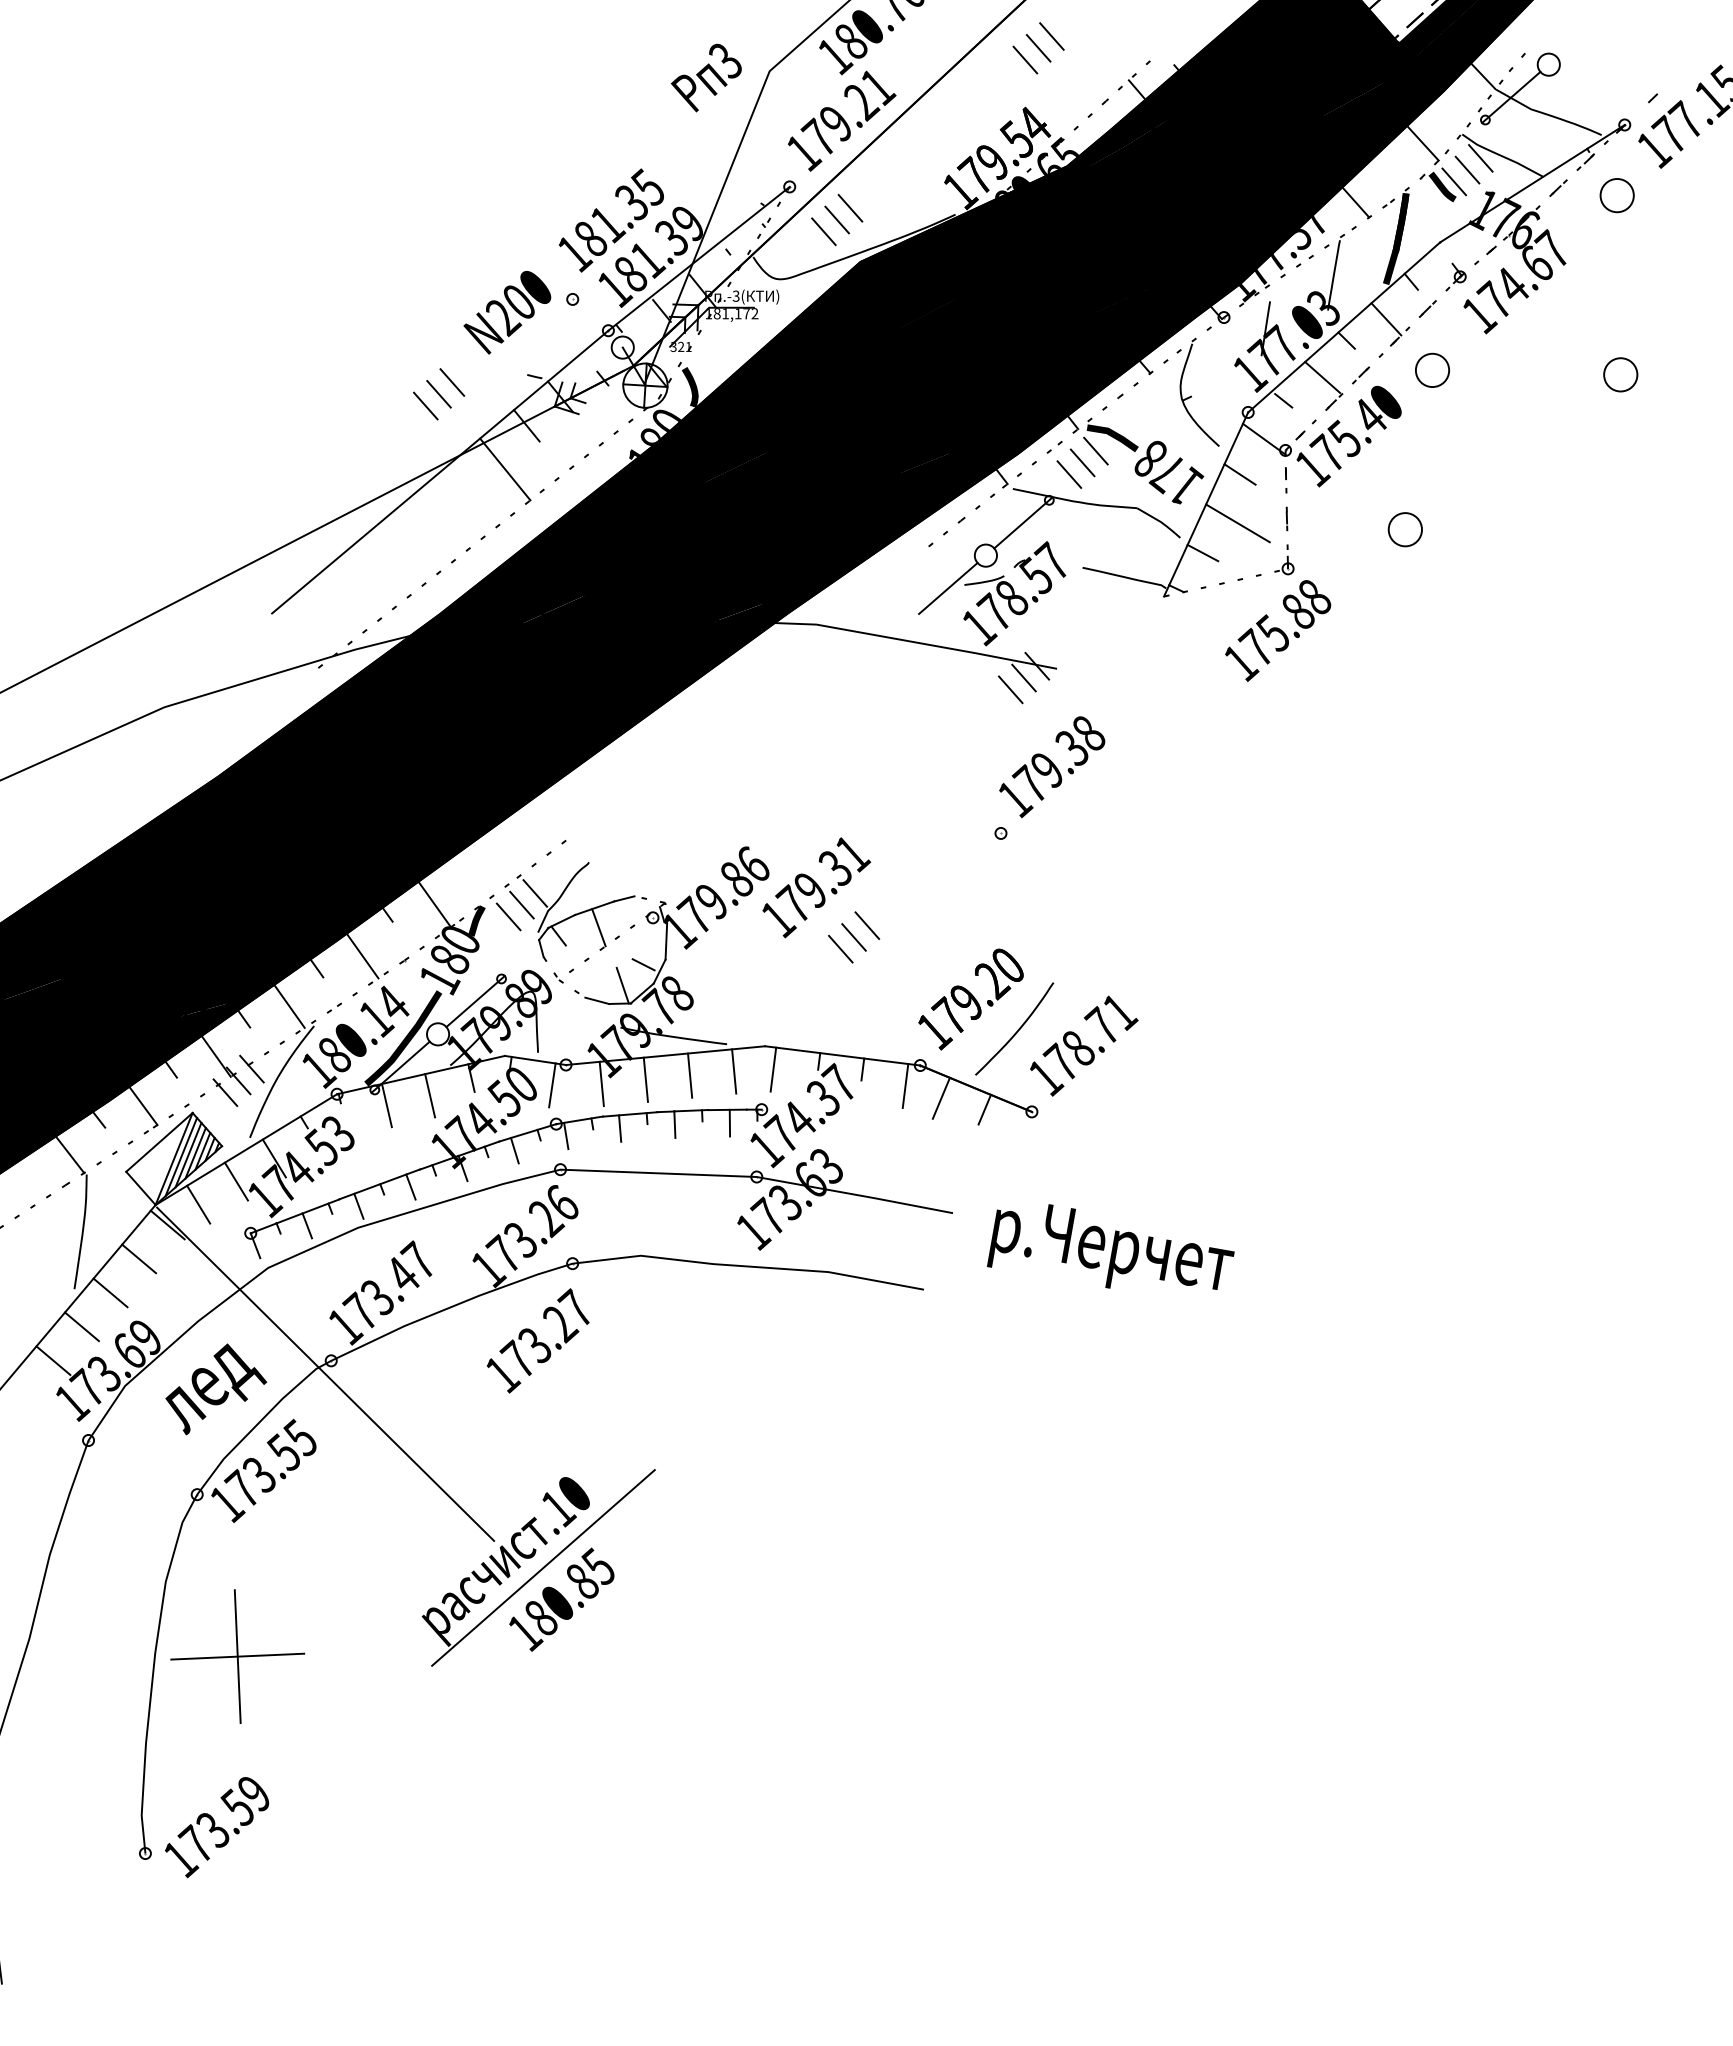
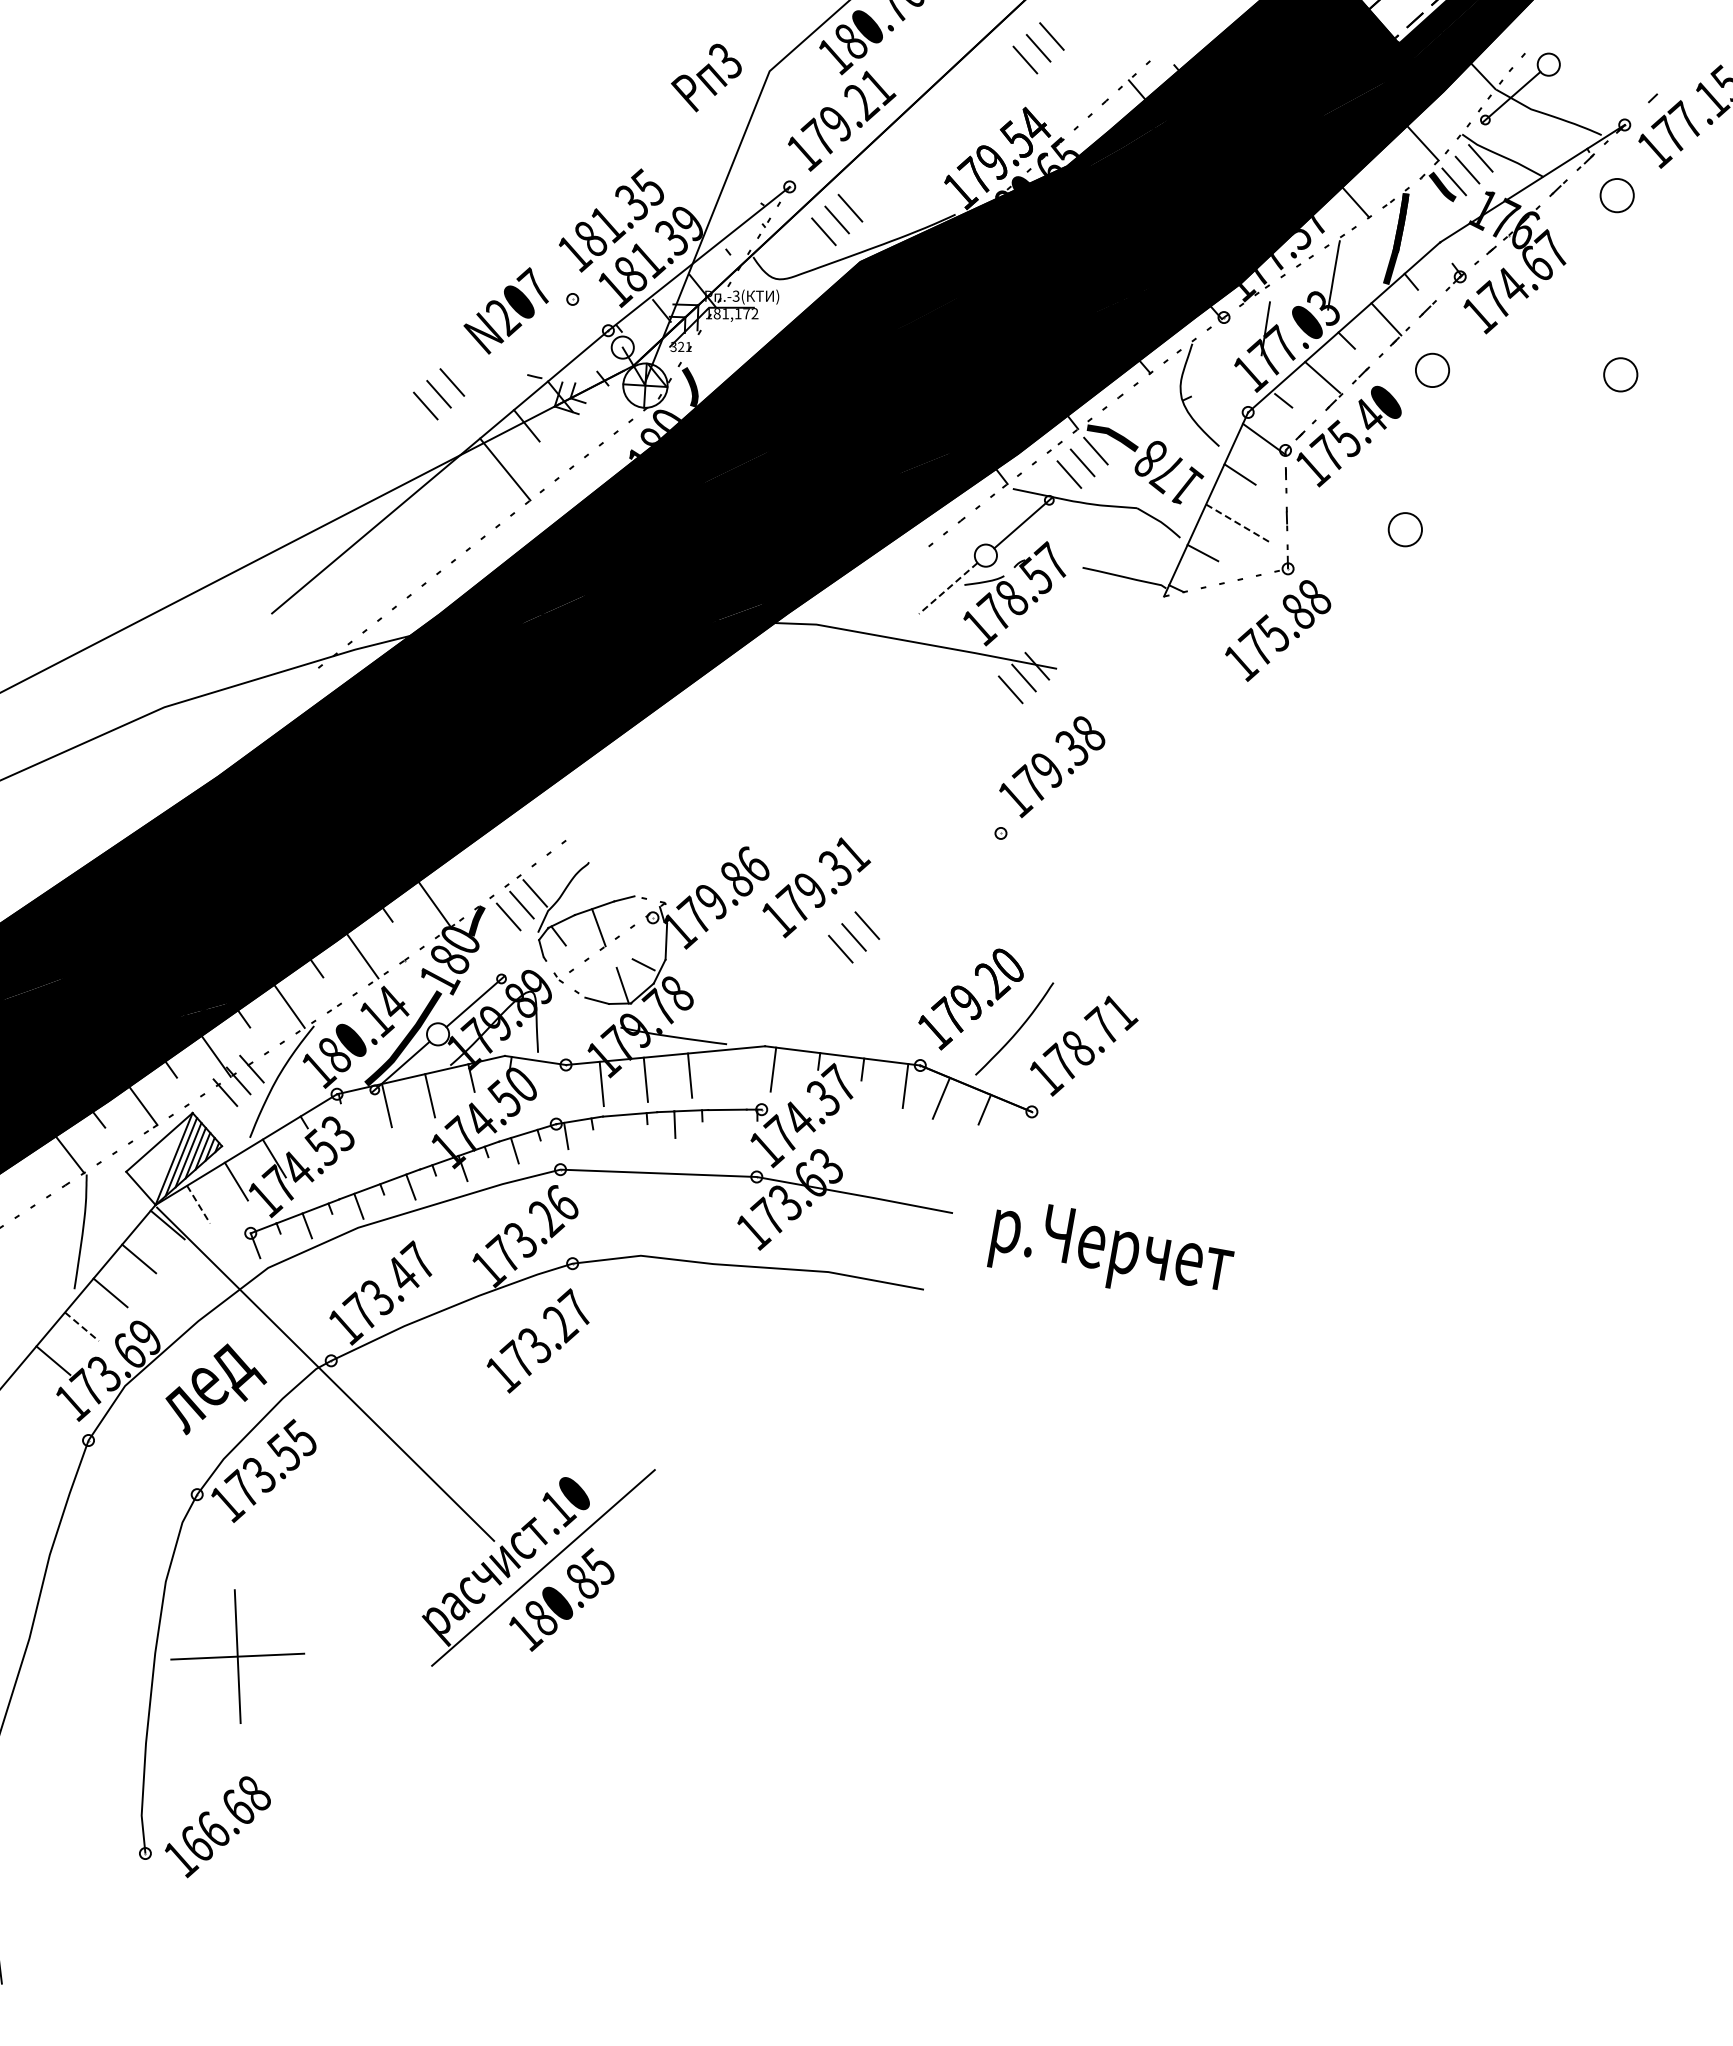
text at (529, 290): N200 -> N207
line at (1237, 523): solid -> dashed
line at (948, 588): solid -> dashed
line at (734, 1071): present -> none
line at (552, 1085): present -> none
line at (729, 1122): present -> none
line at (620, 1128): present -> none
line at (198, 1205): solid -> dashed
line at (82, 1327): solid -> dashed
text at (223, 1818): 173.59 -> 166.68
